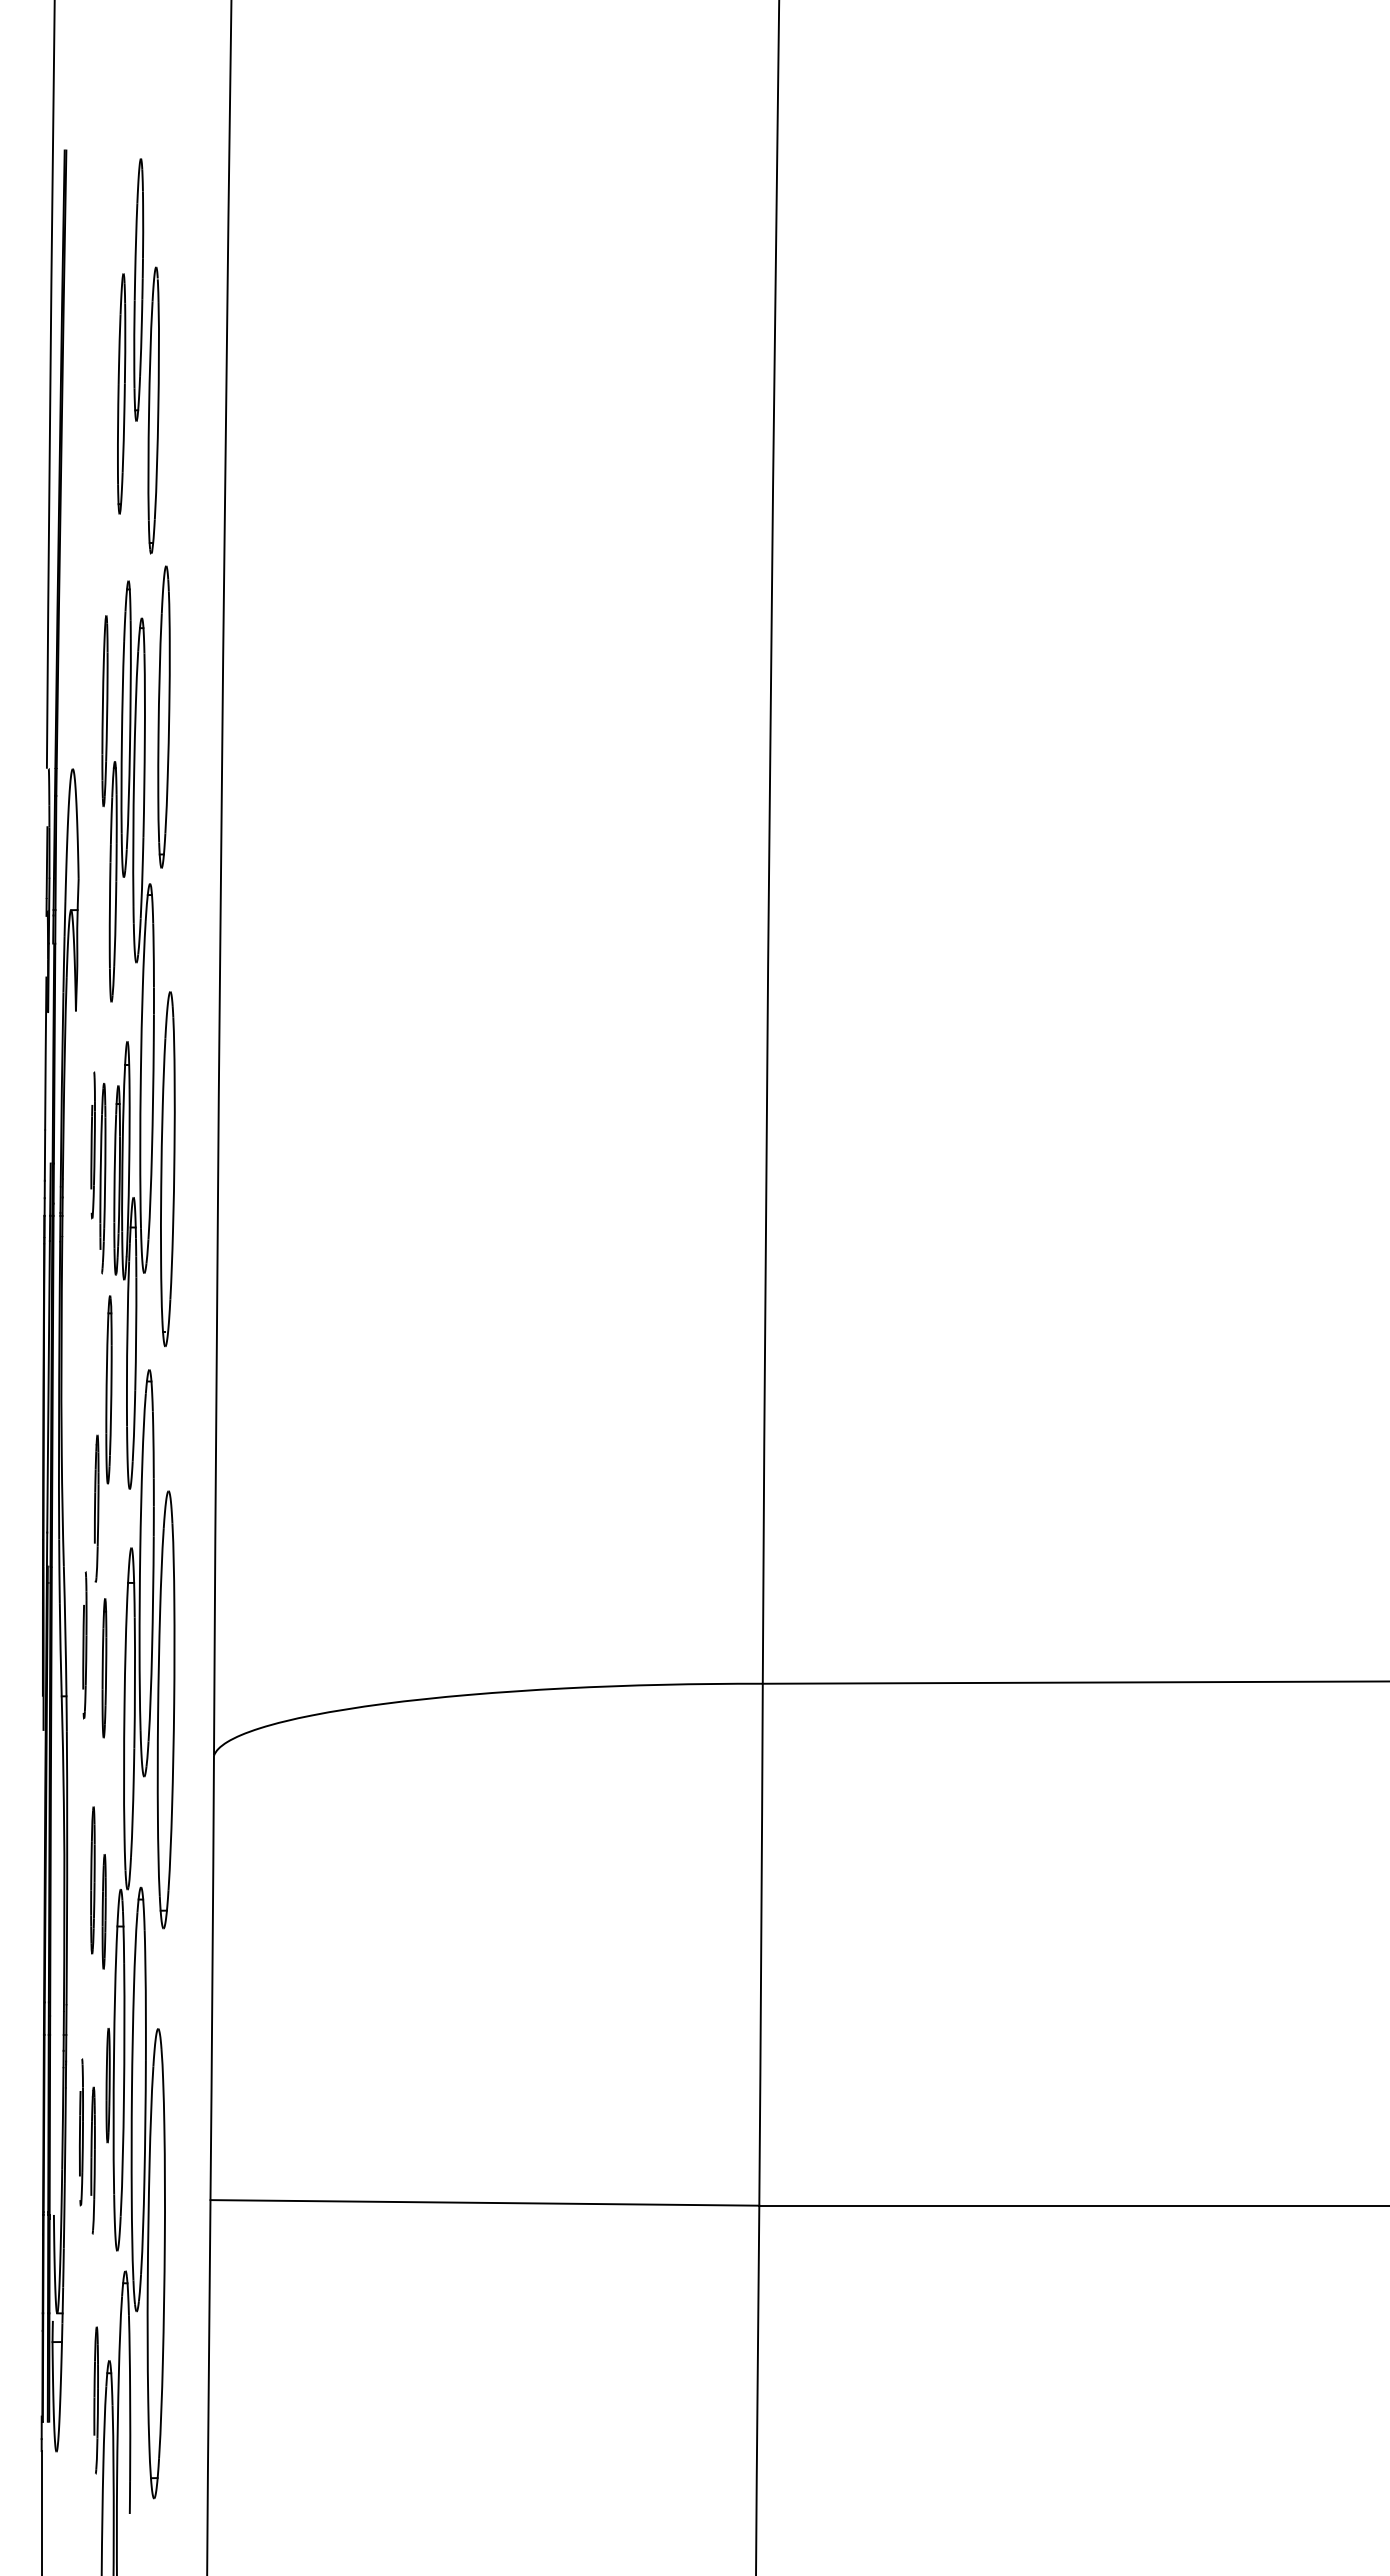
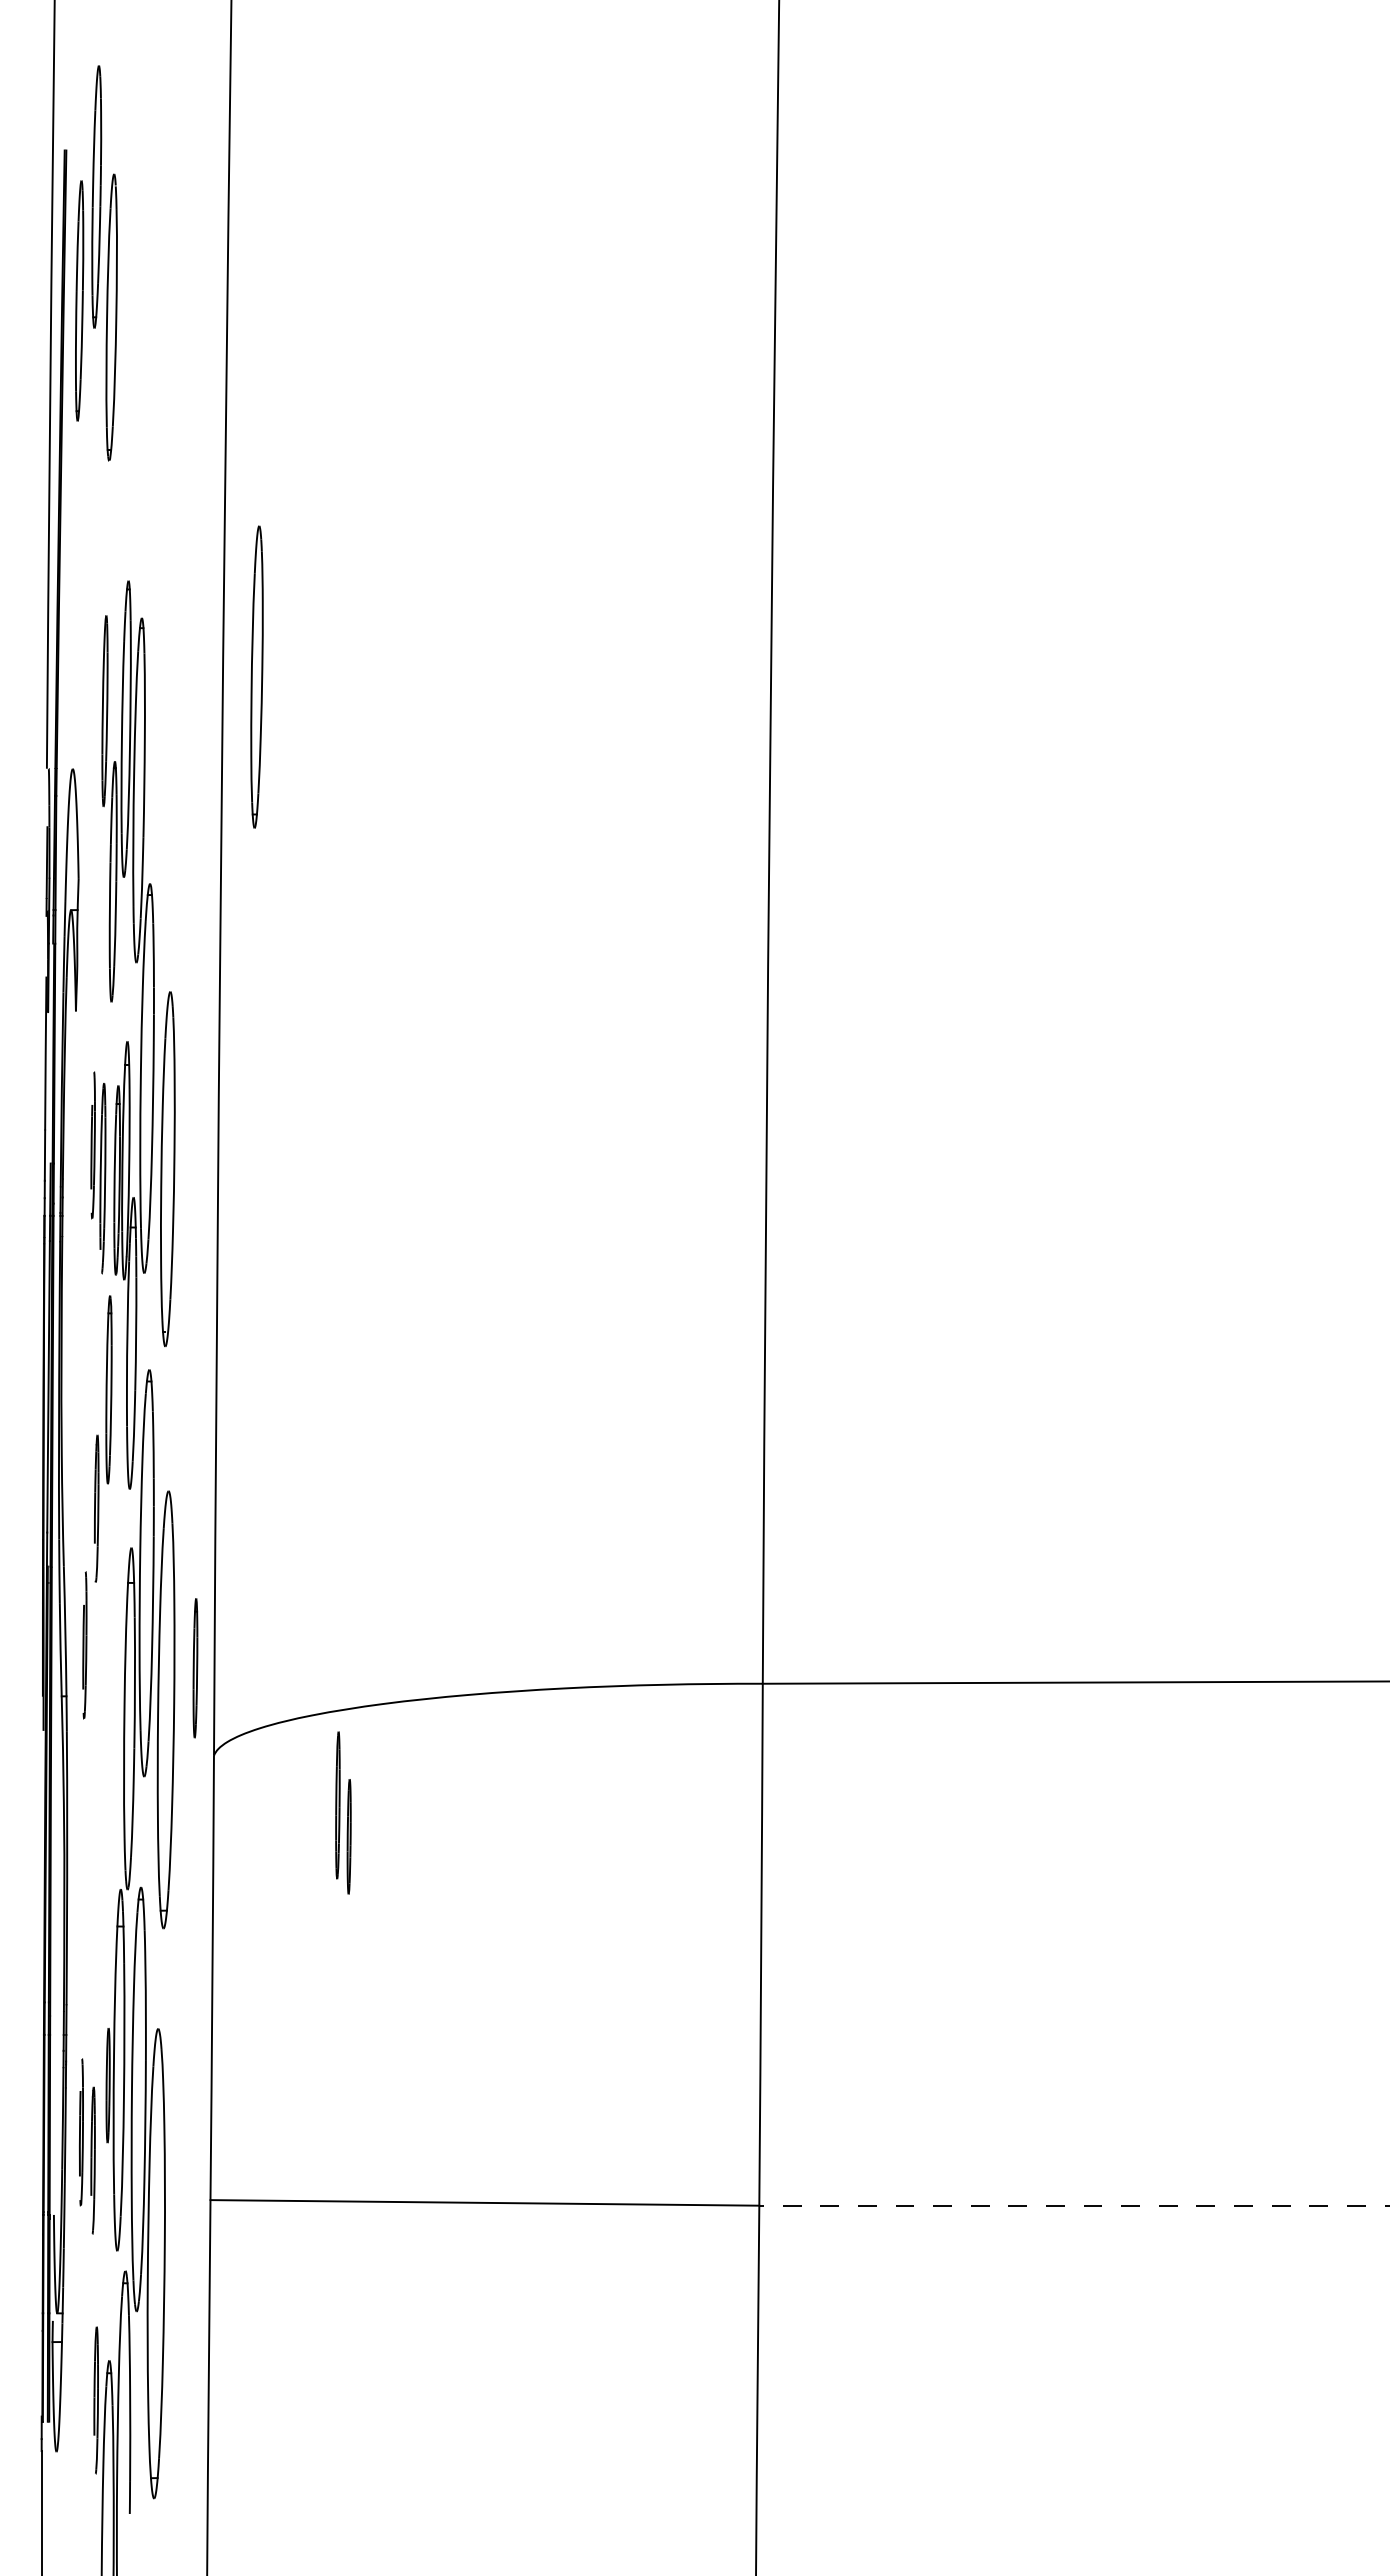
part at (138, 356) position: (138, 356) -> (96, 263)
part at (163, 716) position: (163, 716) -> (256, 676)
part at (104, 1668) position: (104, 1668) -> (195, 1668)
part at (98, 1887) position: (98, 1887) -> (343, 1812)
line at (1074, 2205): solid -> dashed
